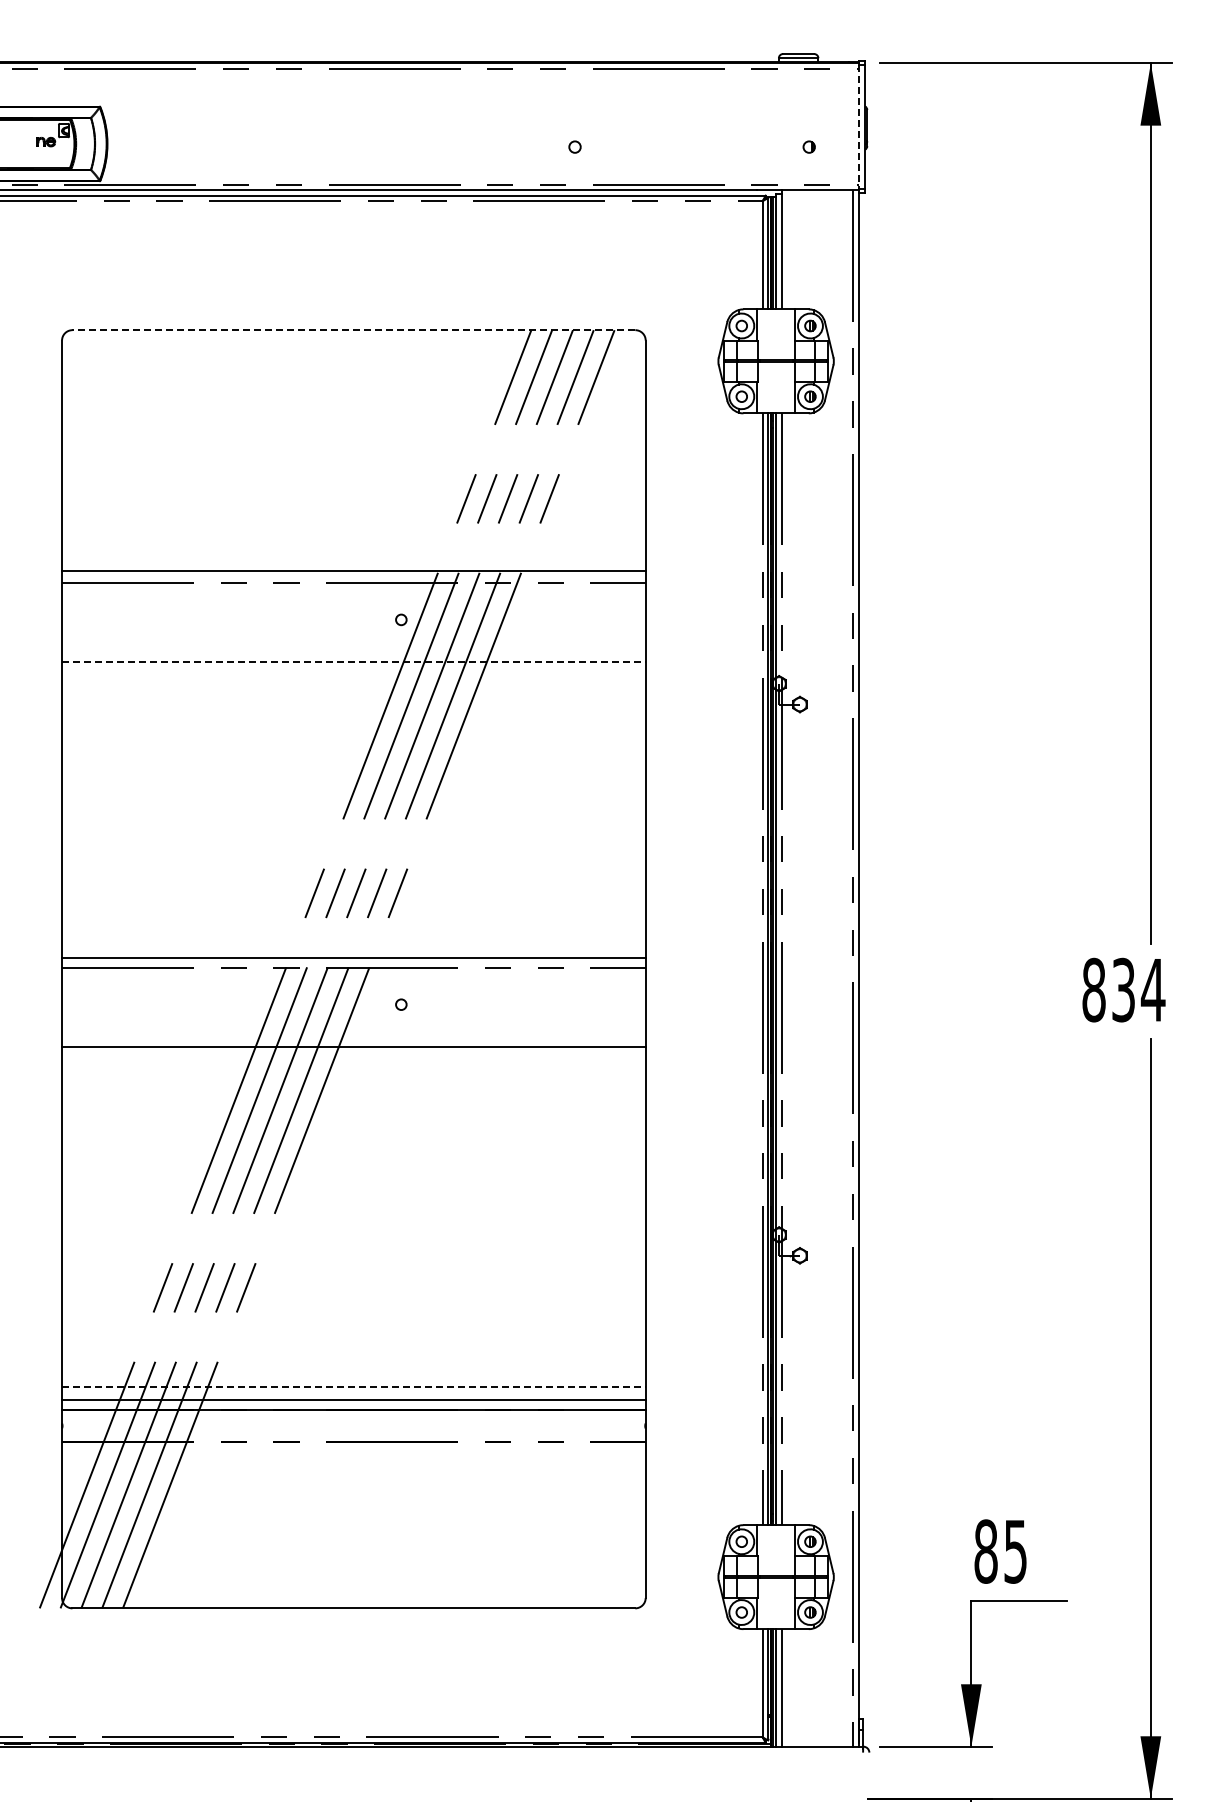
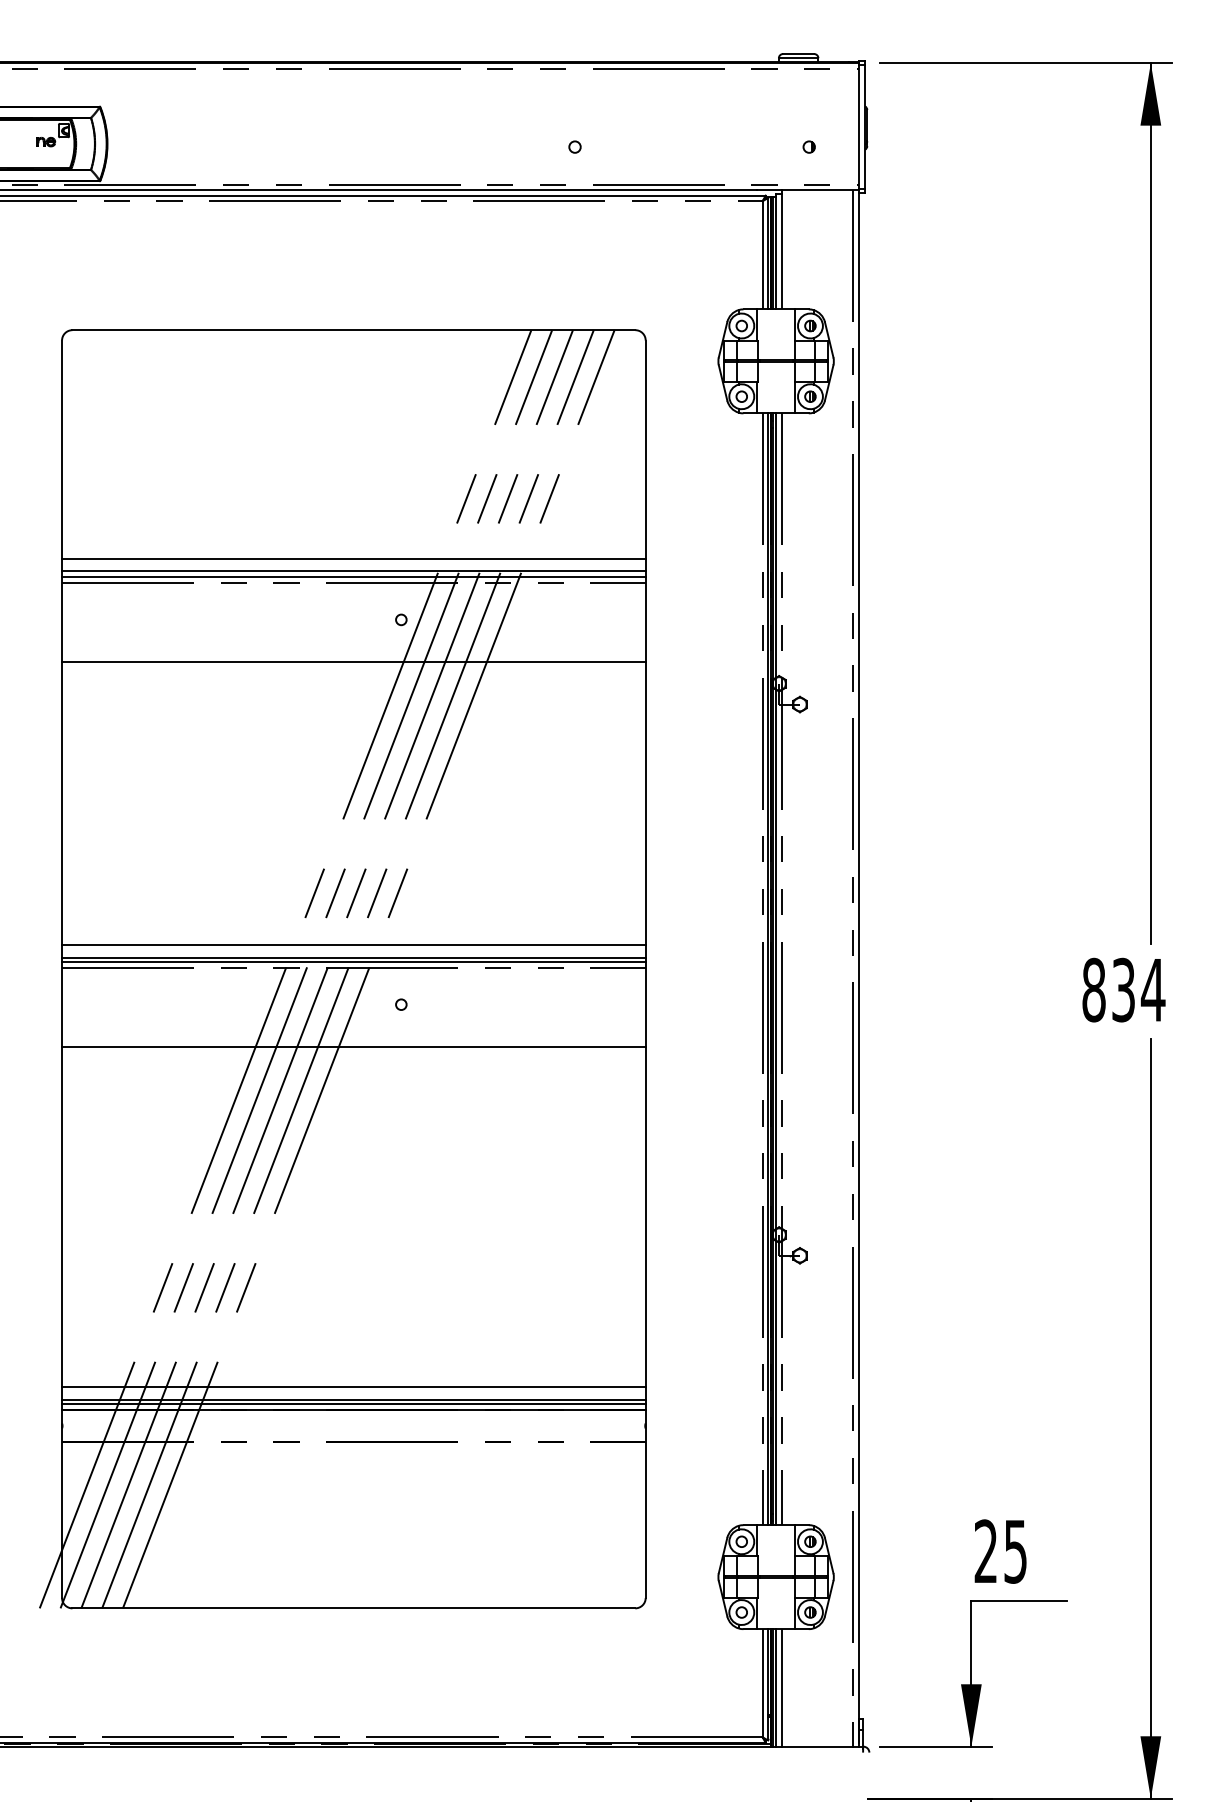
line at (858, 127): dashed -> solid
line at (353, 330): dashed -> solid
line at (353, 558): none -> present
line at (353, 577): none -> present
line at (353, 661): dashed -> solid
line at (353, 945): none -> present
line at (353, 961): none -> present
line at (353, 1387): dashed -> solid
line at (353, 1403): none -> present
text at (985, 1551): 85 -> 25
